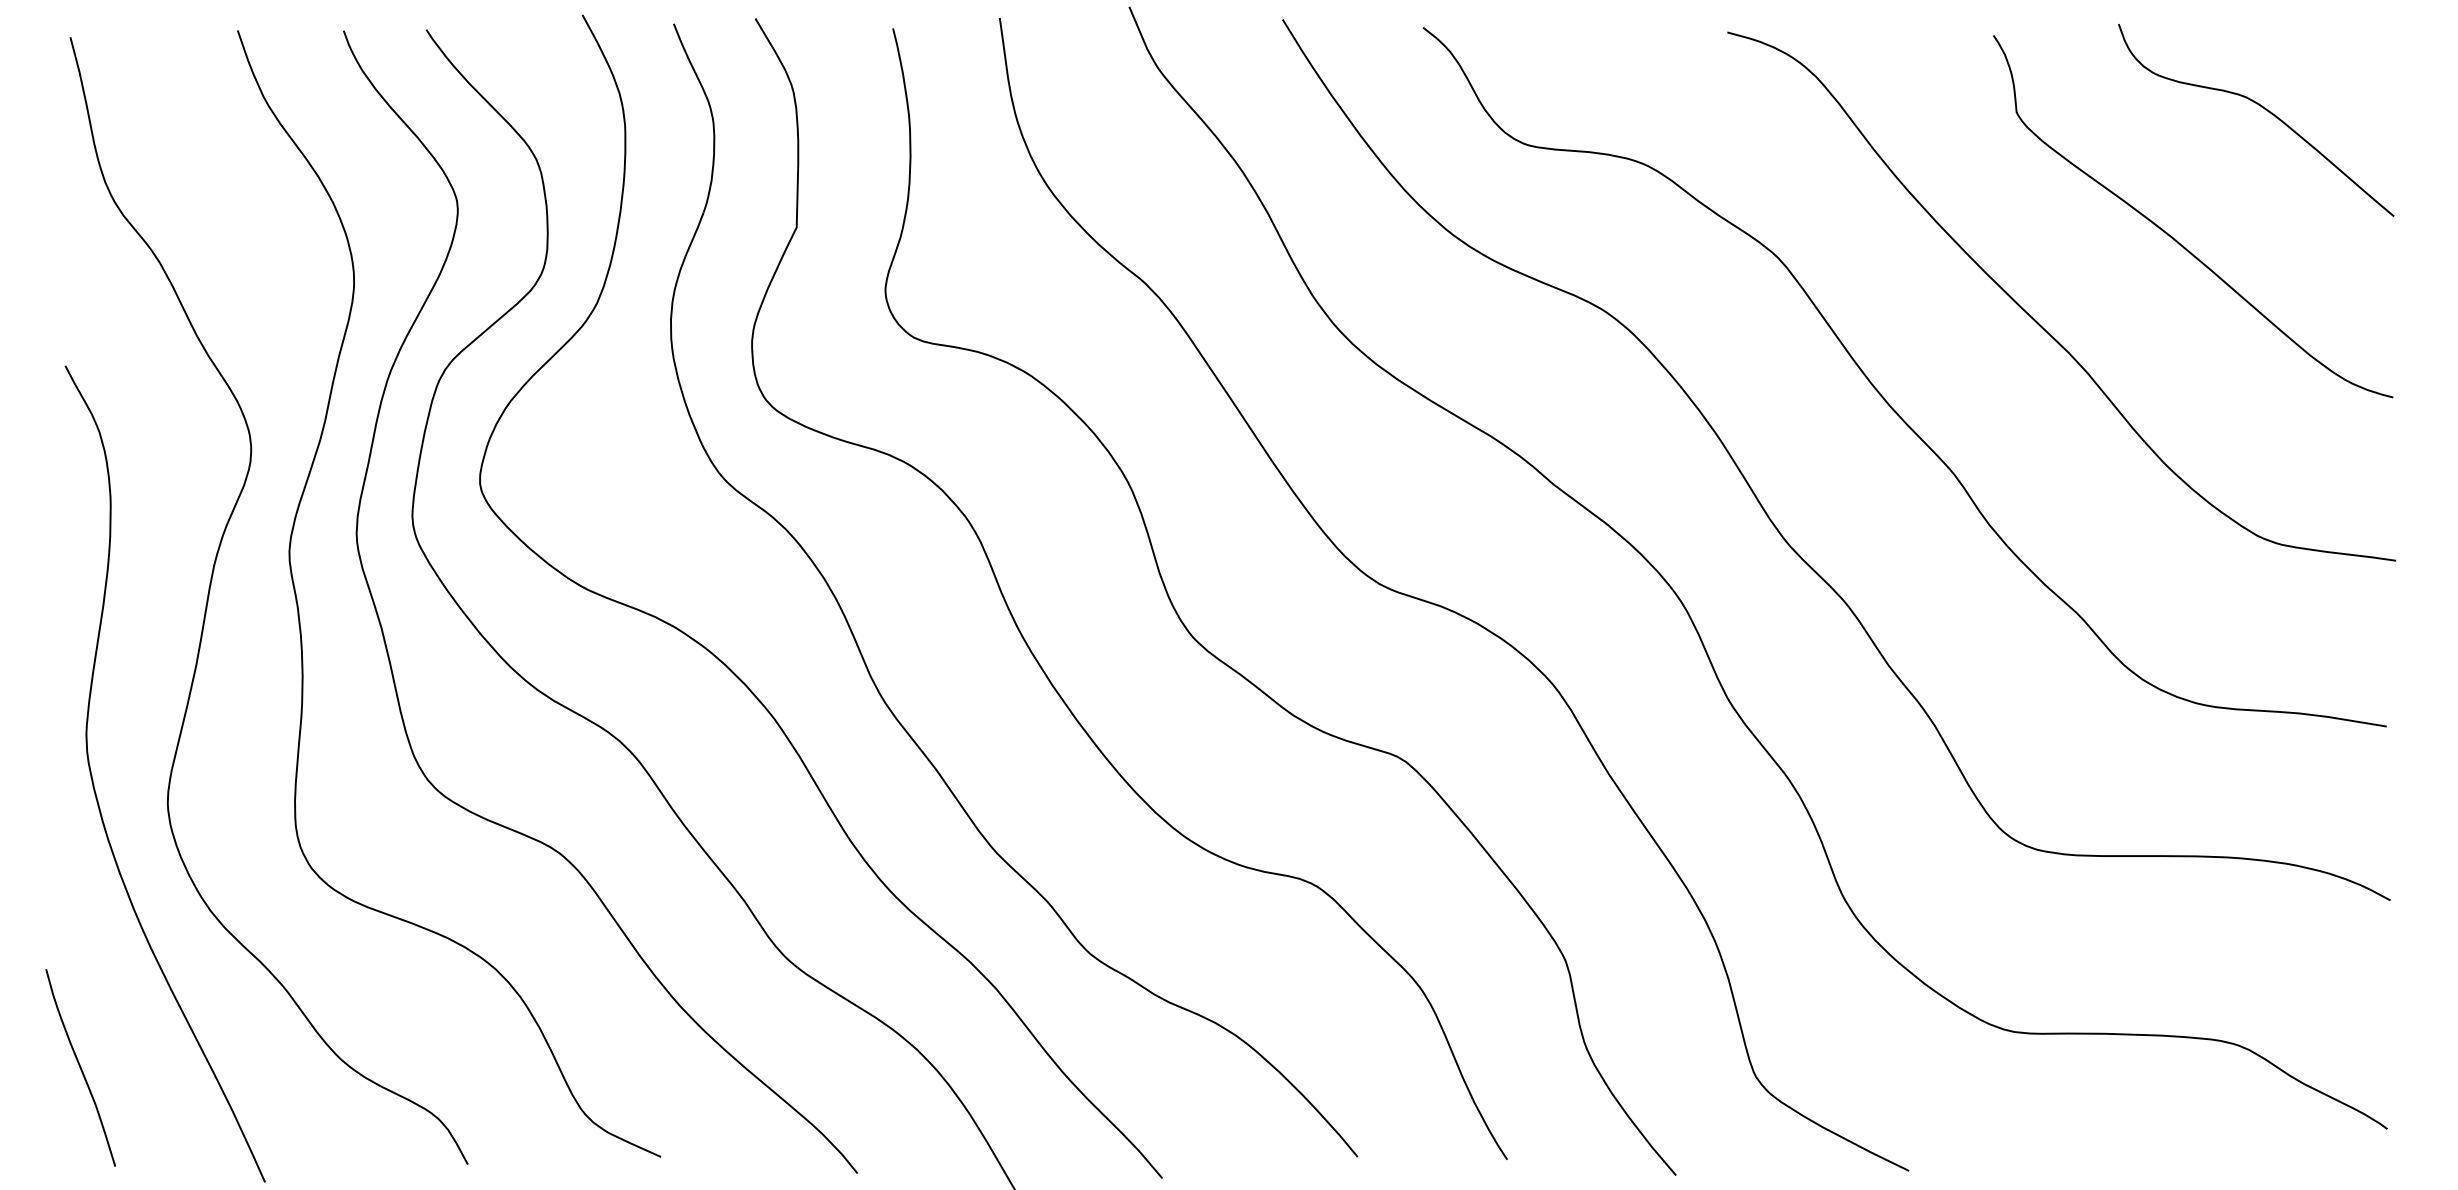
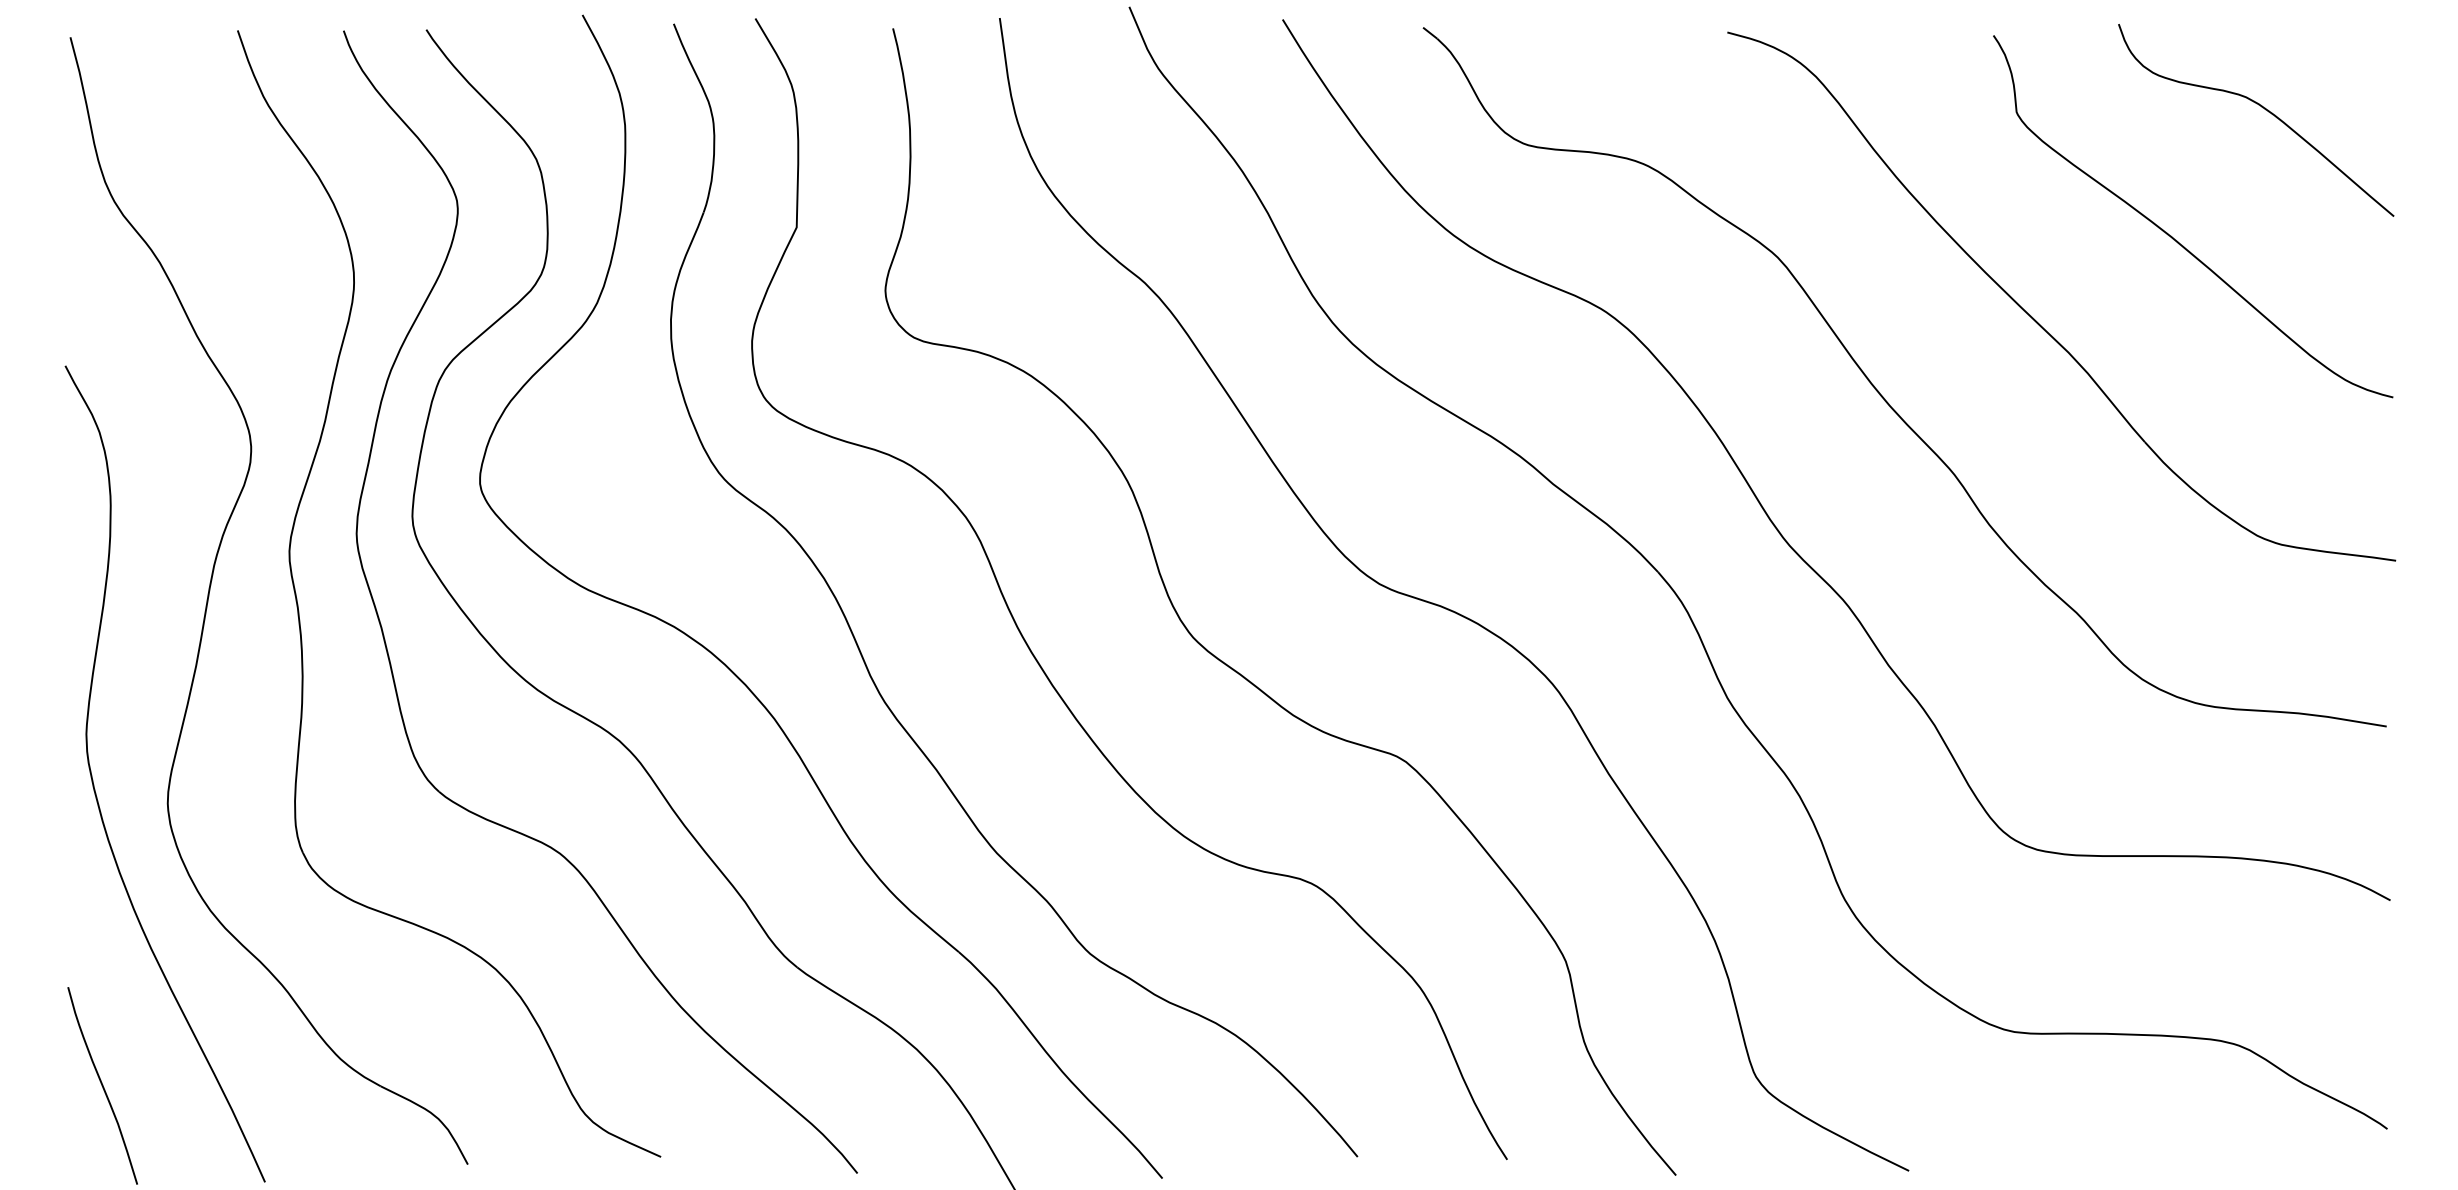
curve at (80, 1067) position: (80, 1067) -> (102, 1085)
